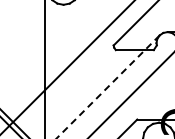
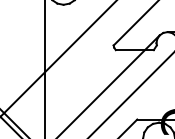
line at (67, 67) position: (67, 67) -> (58, 58)
line at (108, 86): dashed -> solid
